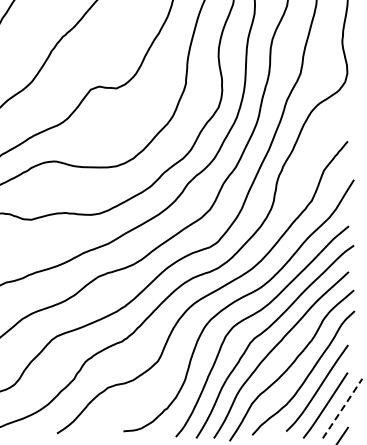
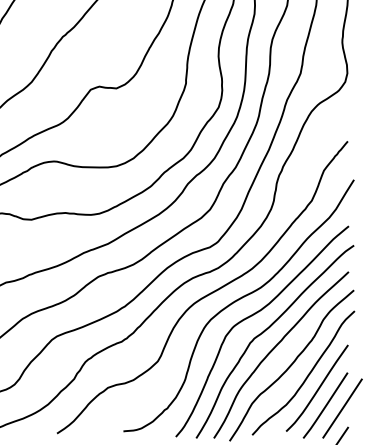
line at (343, 407): dashed -> solid
